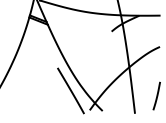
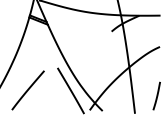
line at (27, 90): none -> present
